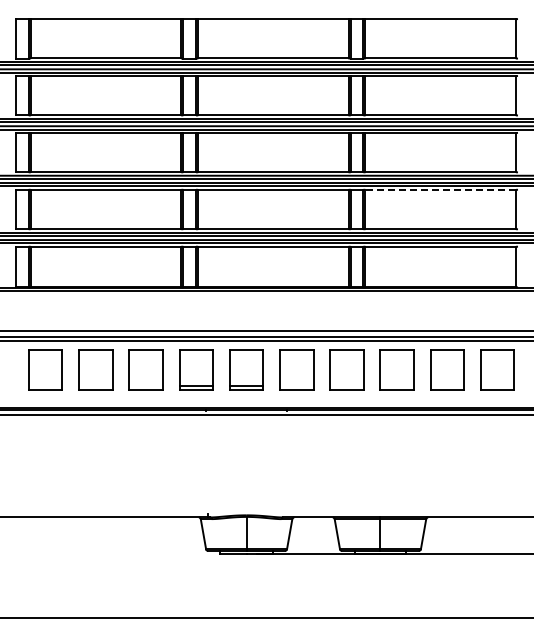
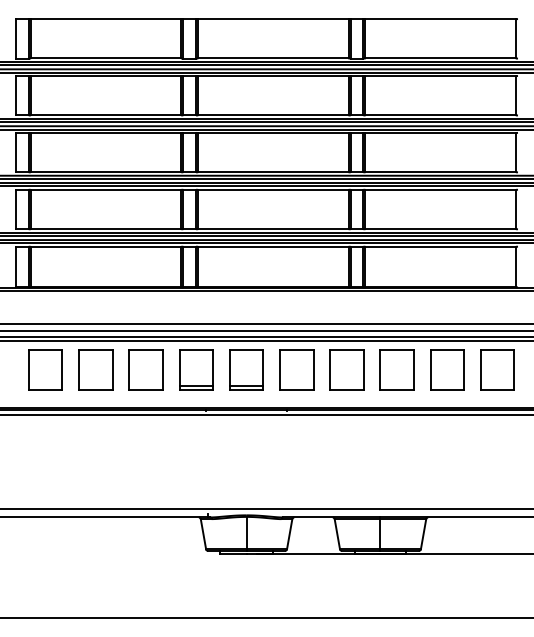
line at (440, 190): dashed -> solid
line at (266, 324): none -> present
line at (266, 508): none -> present
